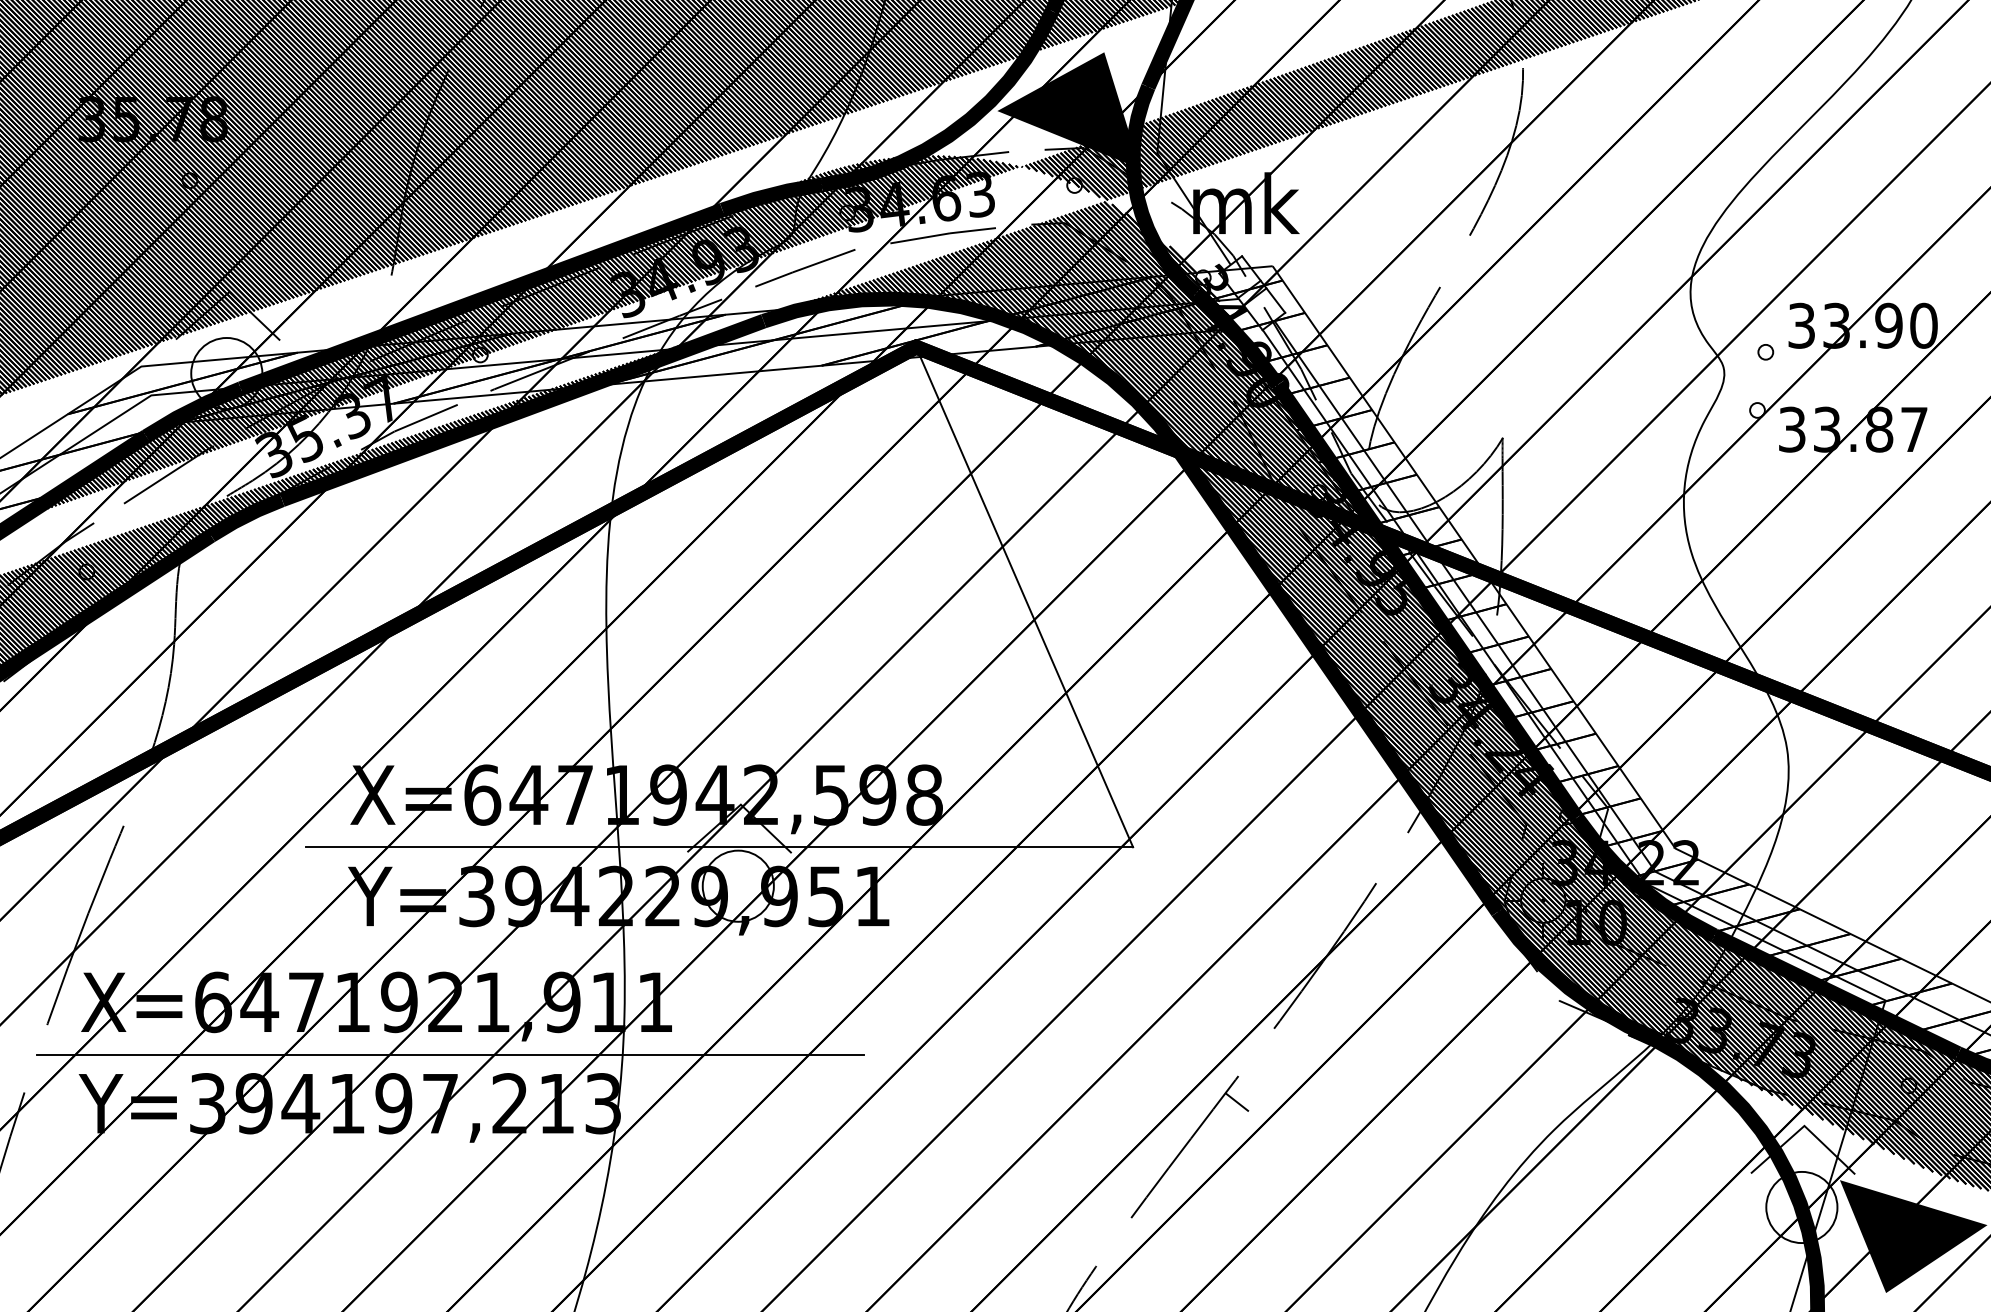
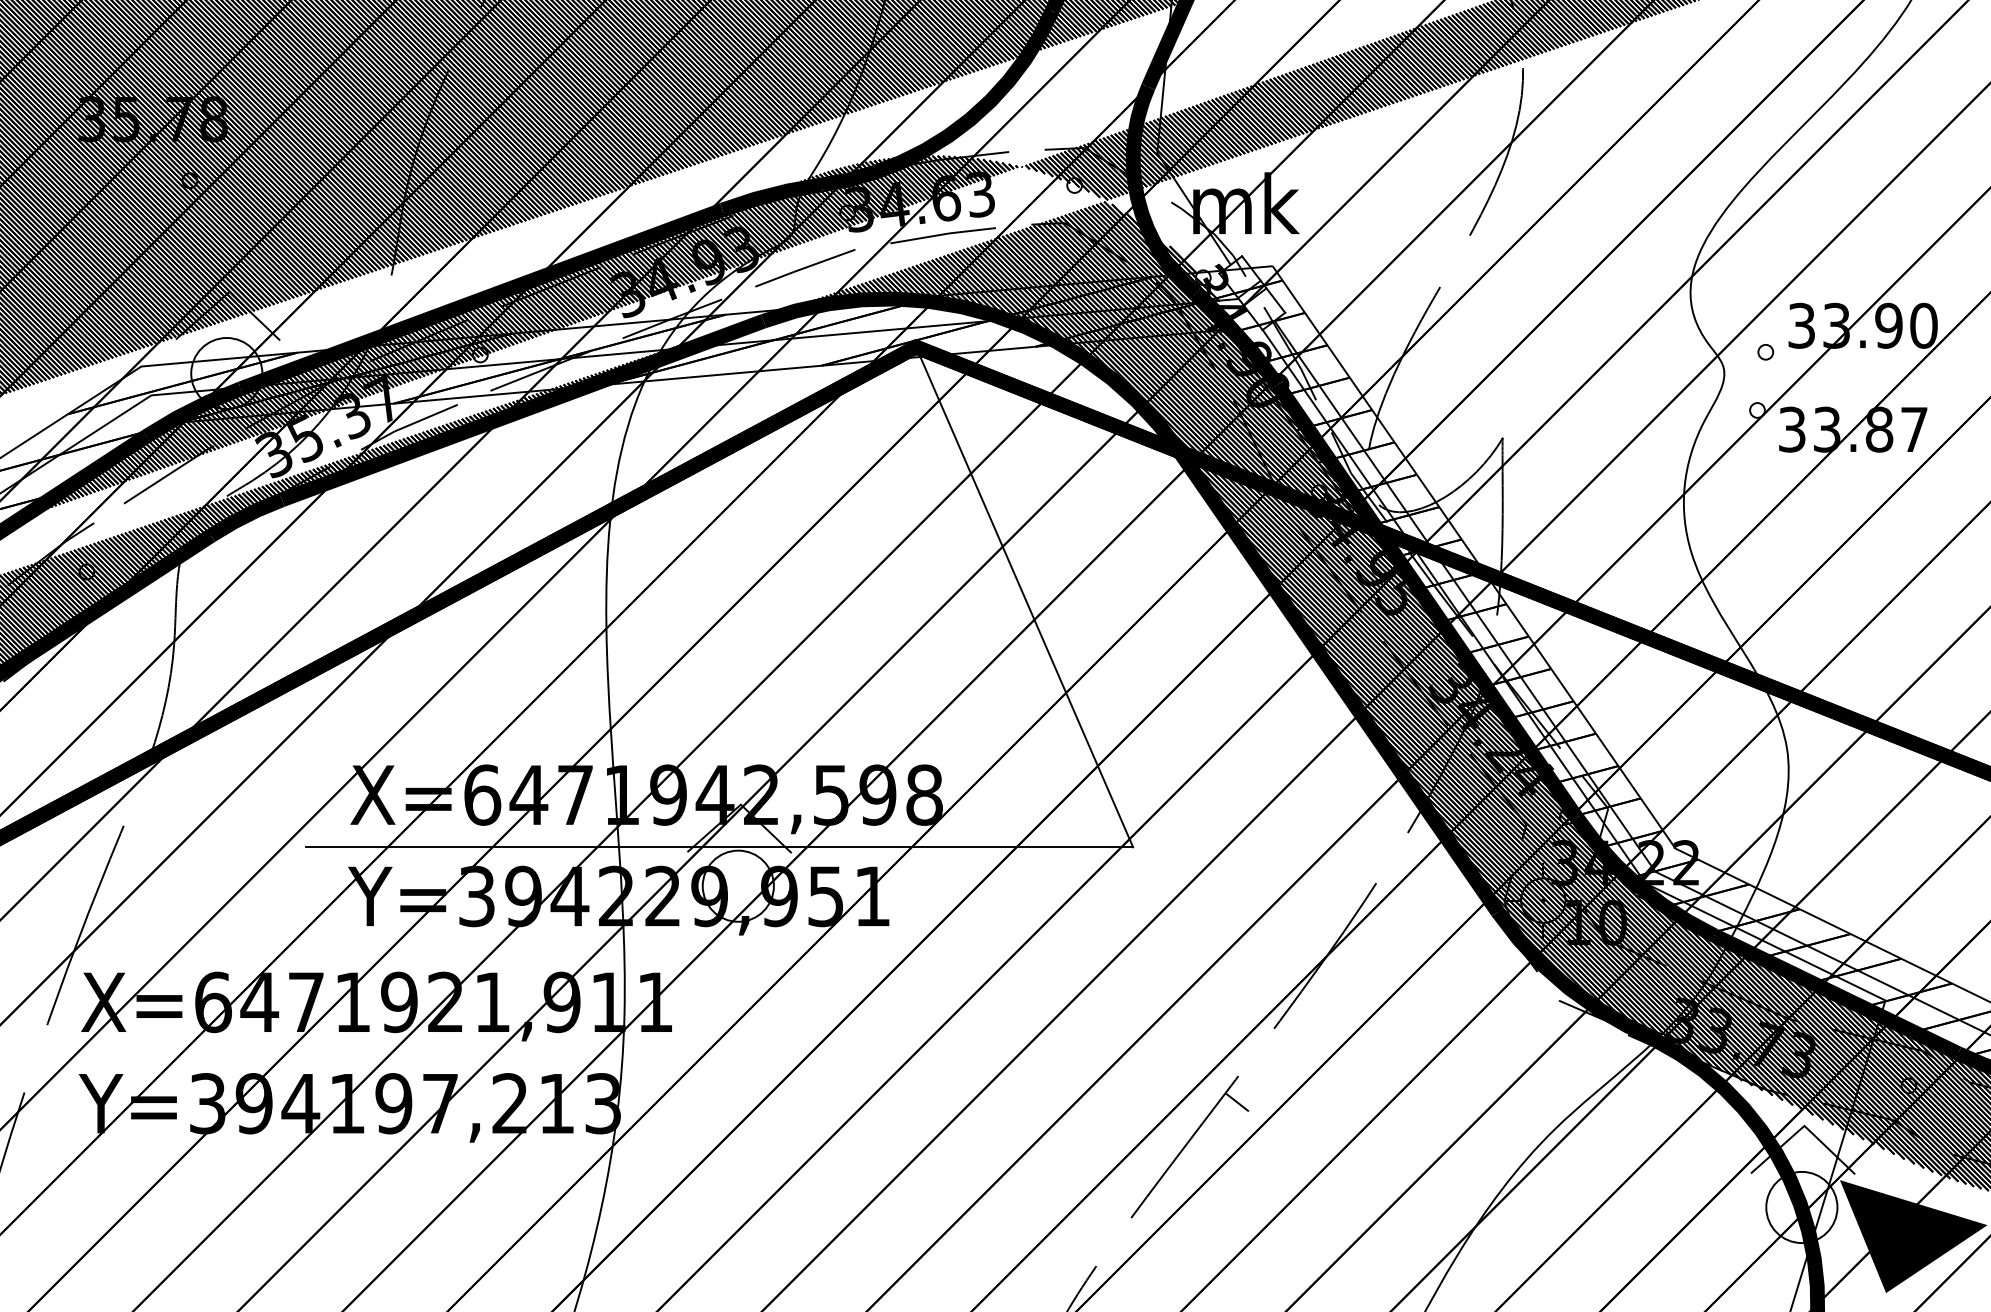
fill at (1068, 110): present -> none
line at (450, 1054): present -> none
